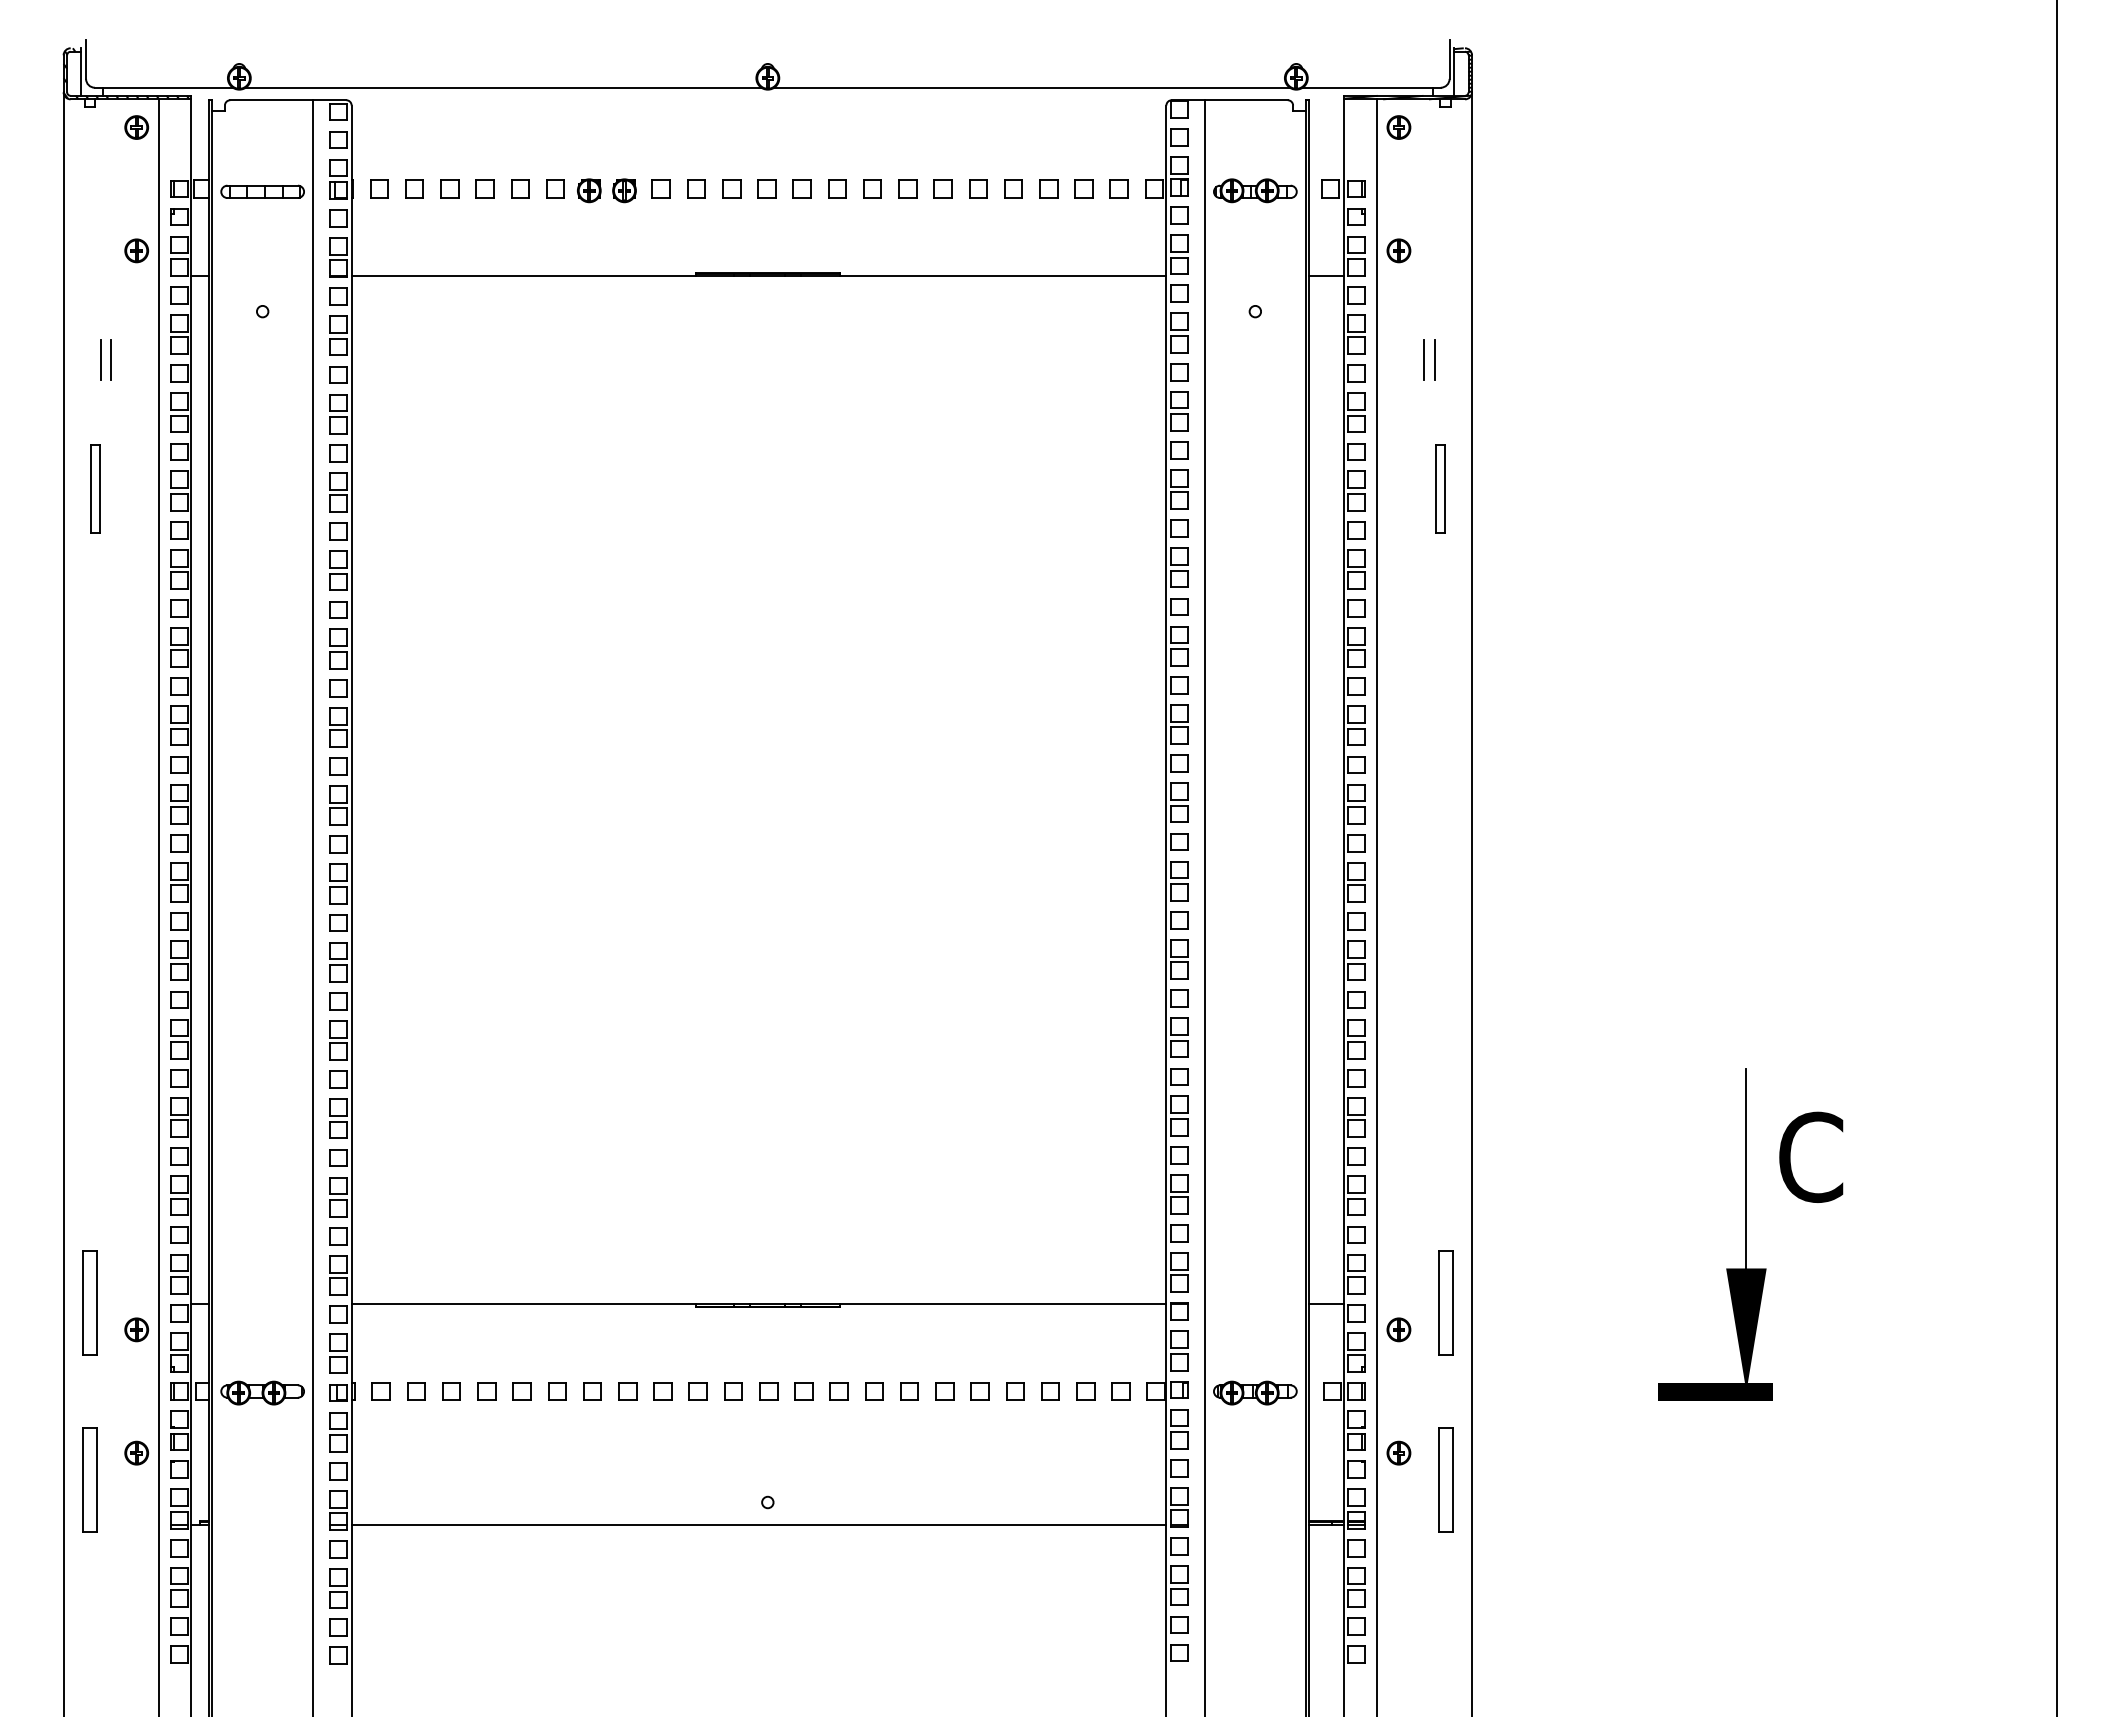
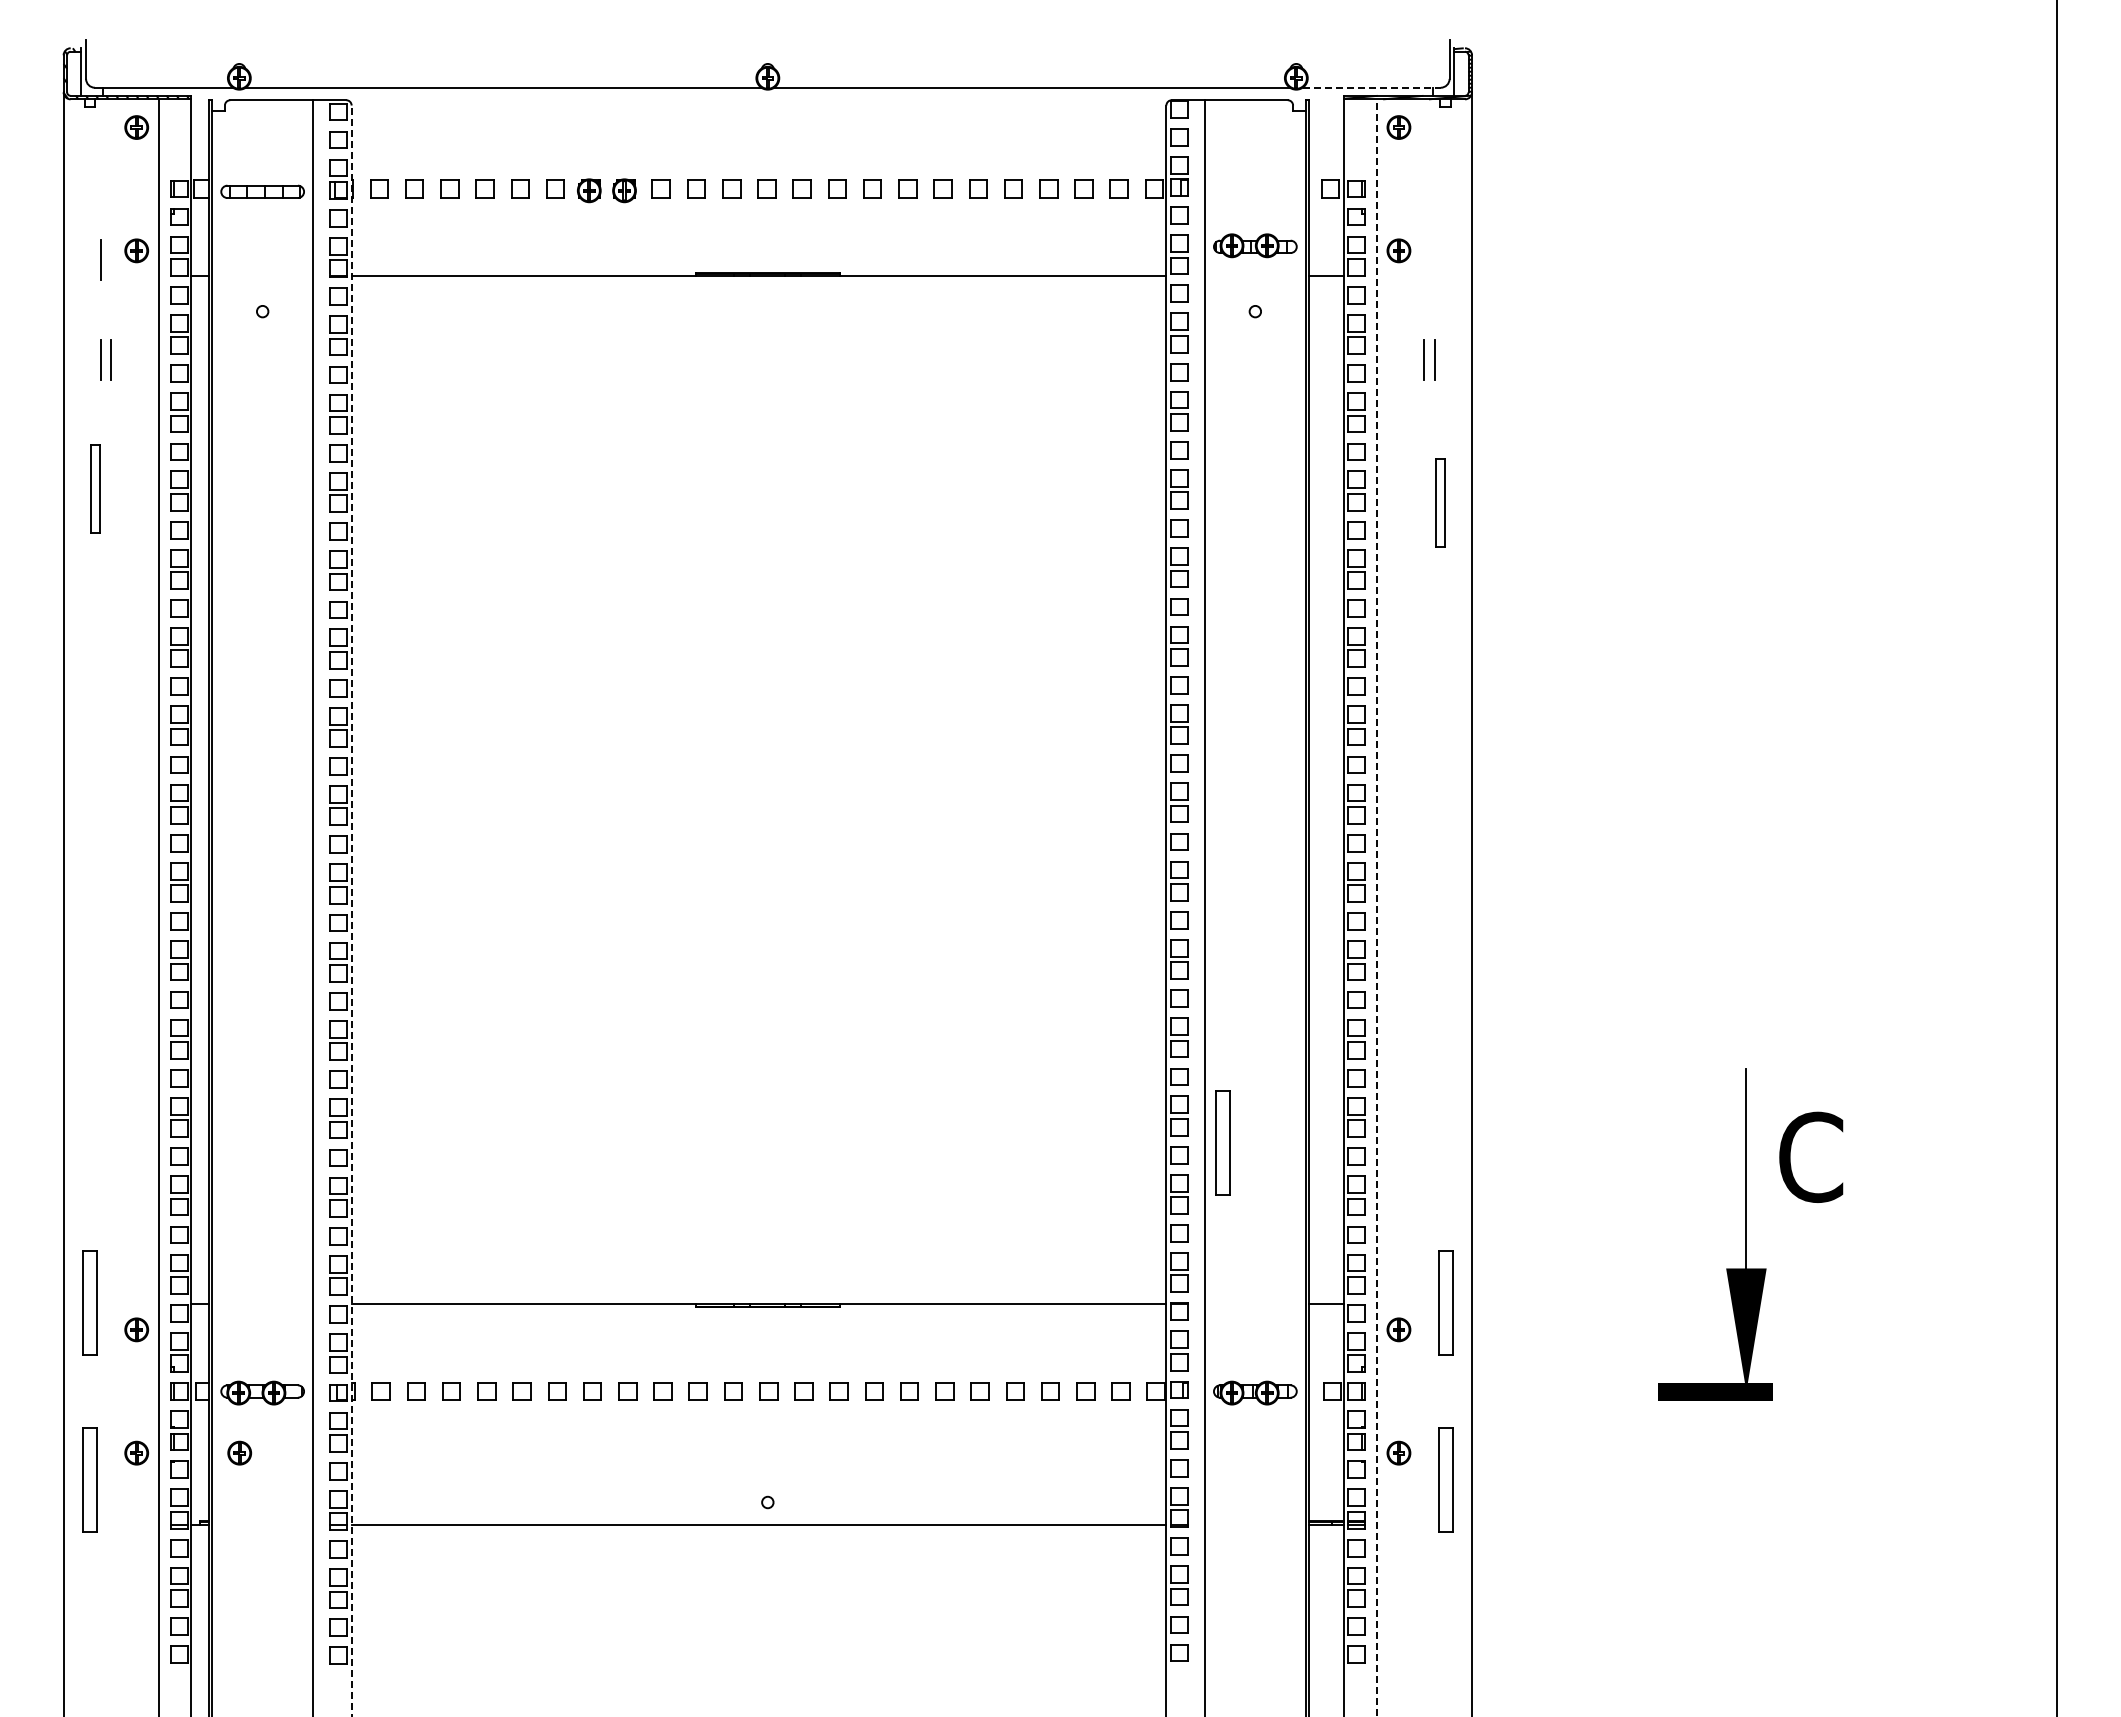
line at (1372, 87): solid -> dashed
part at (1255, 190) position: (1255, 190) -> (1255, 245)
line at (100, 259): none -> present
part at (1440, 488) position: (1440, 488) -> (1440, 502)
line at (1376, 908): solid -> dashed
line at (351, 910): solid -> dashed
part at (1222, 1142): none -> present
part at (239, 1452): none -> present
